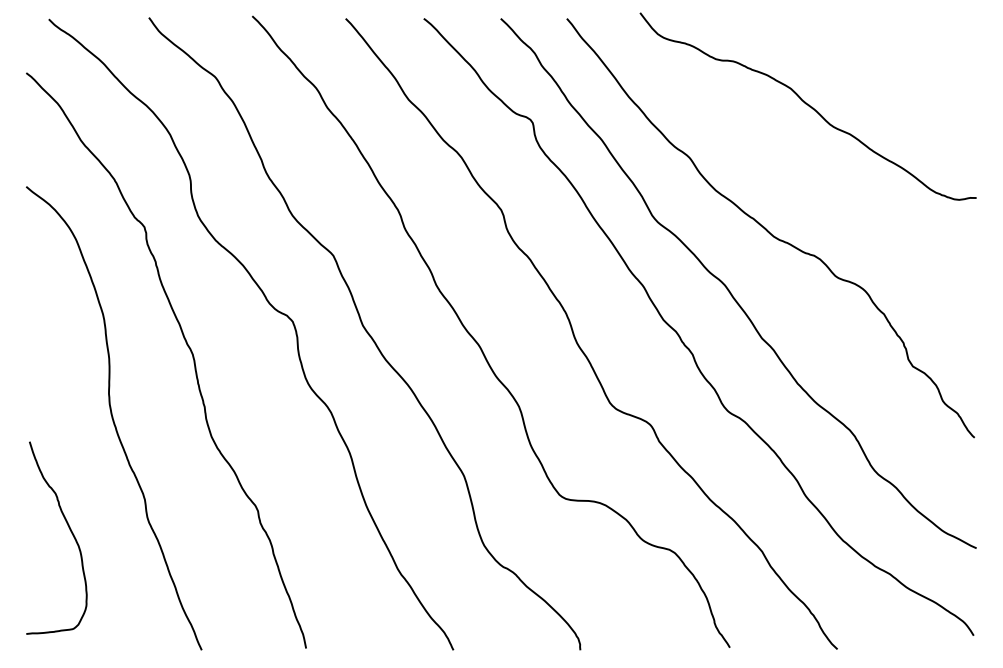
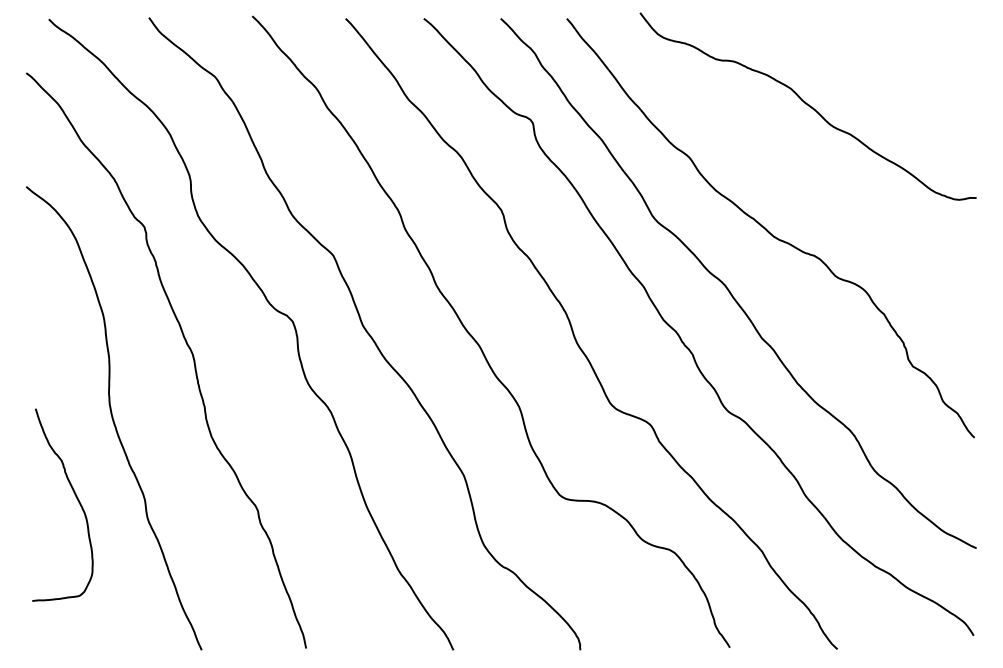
curve at (70, 531) position: (70, 531) -> (76, 498)
